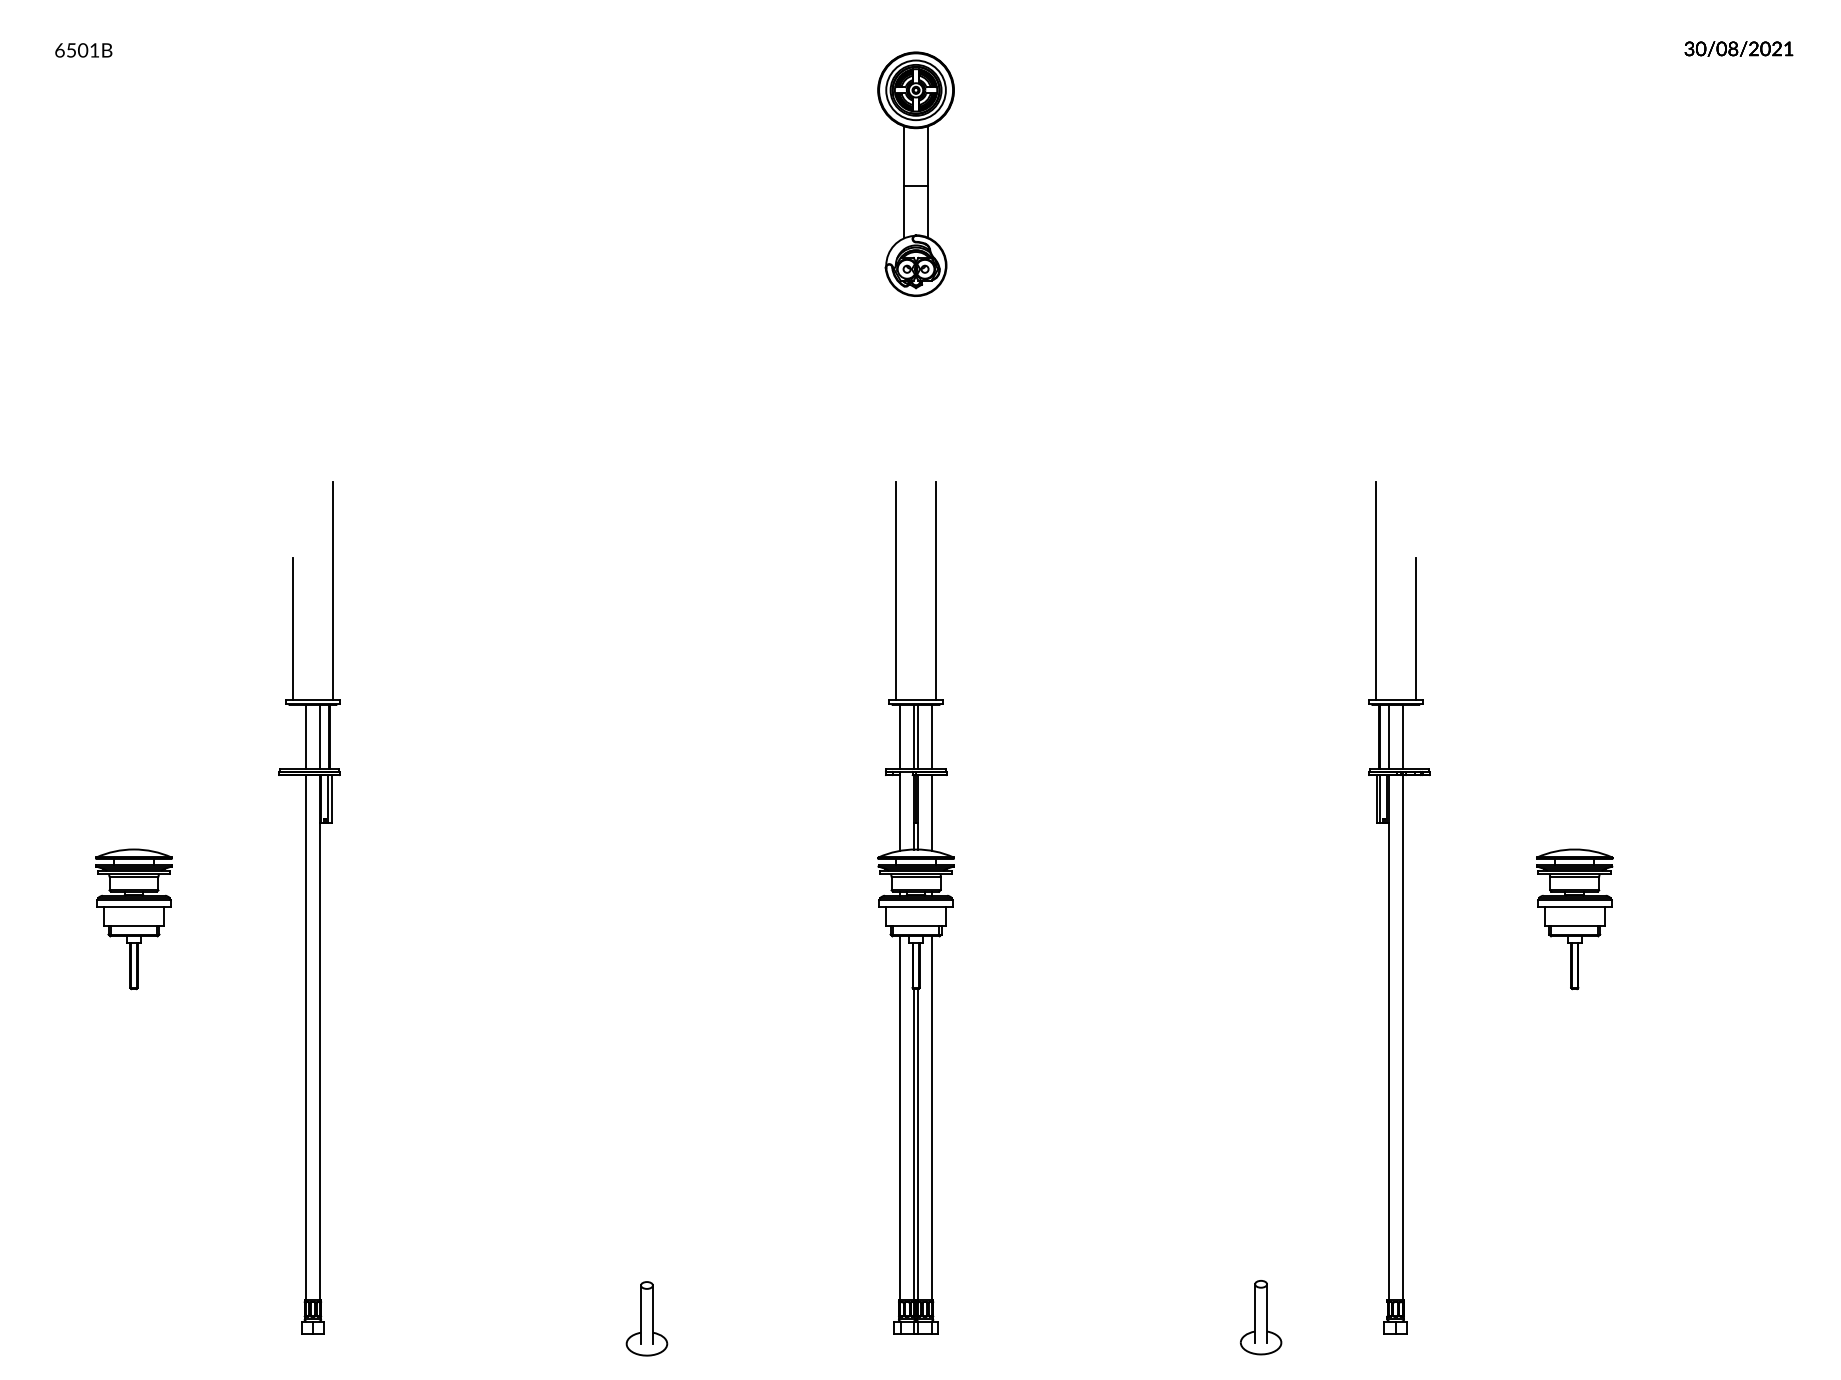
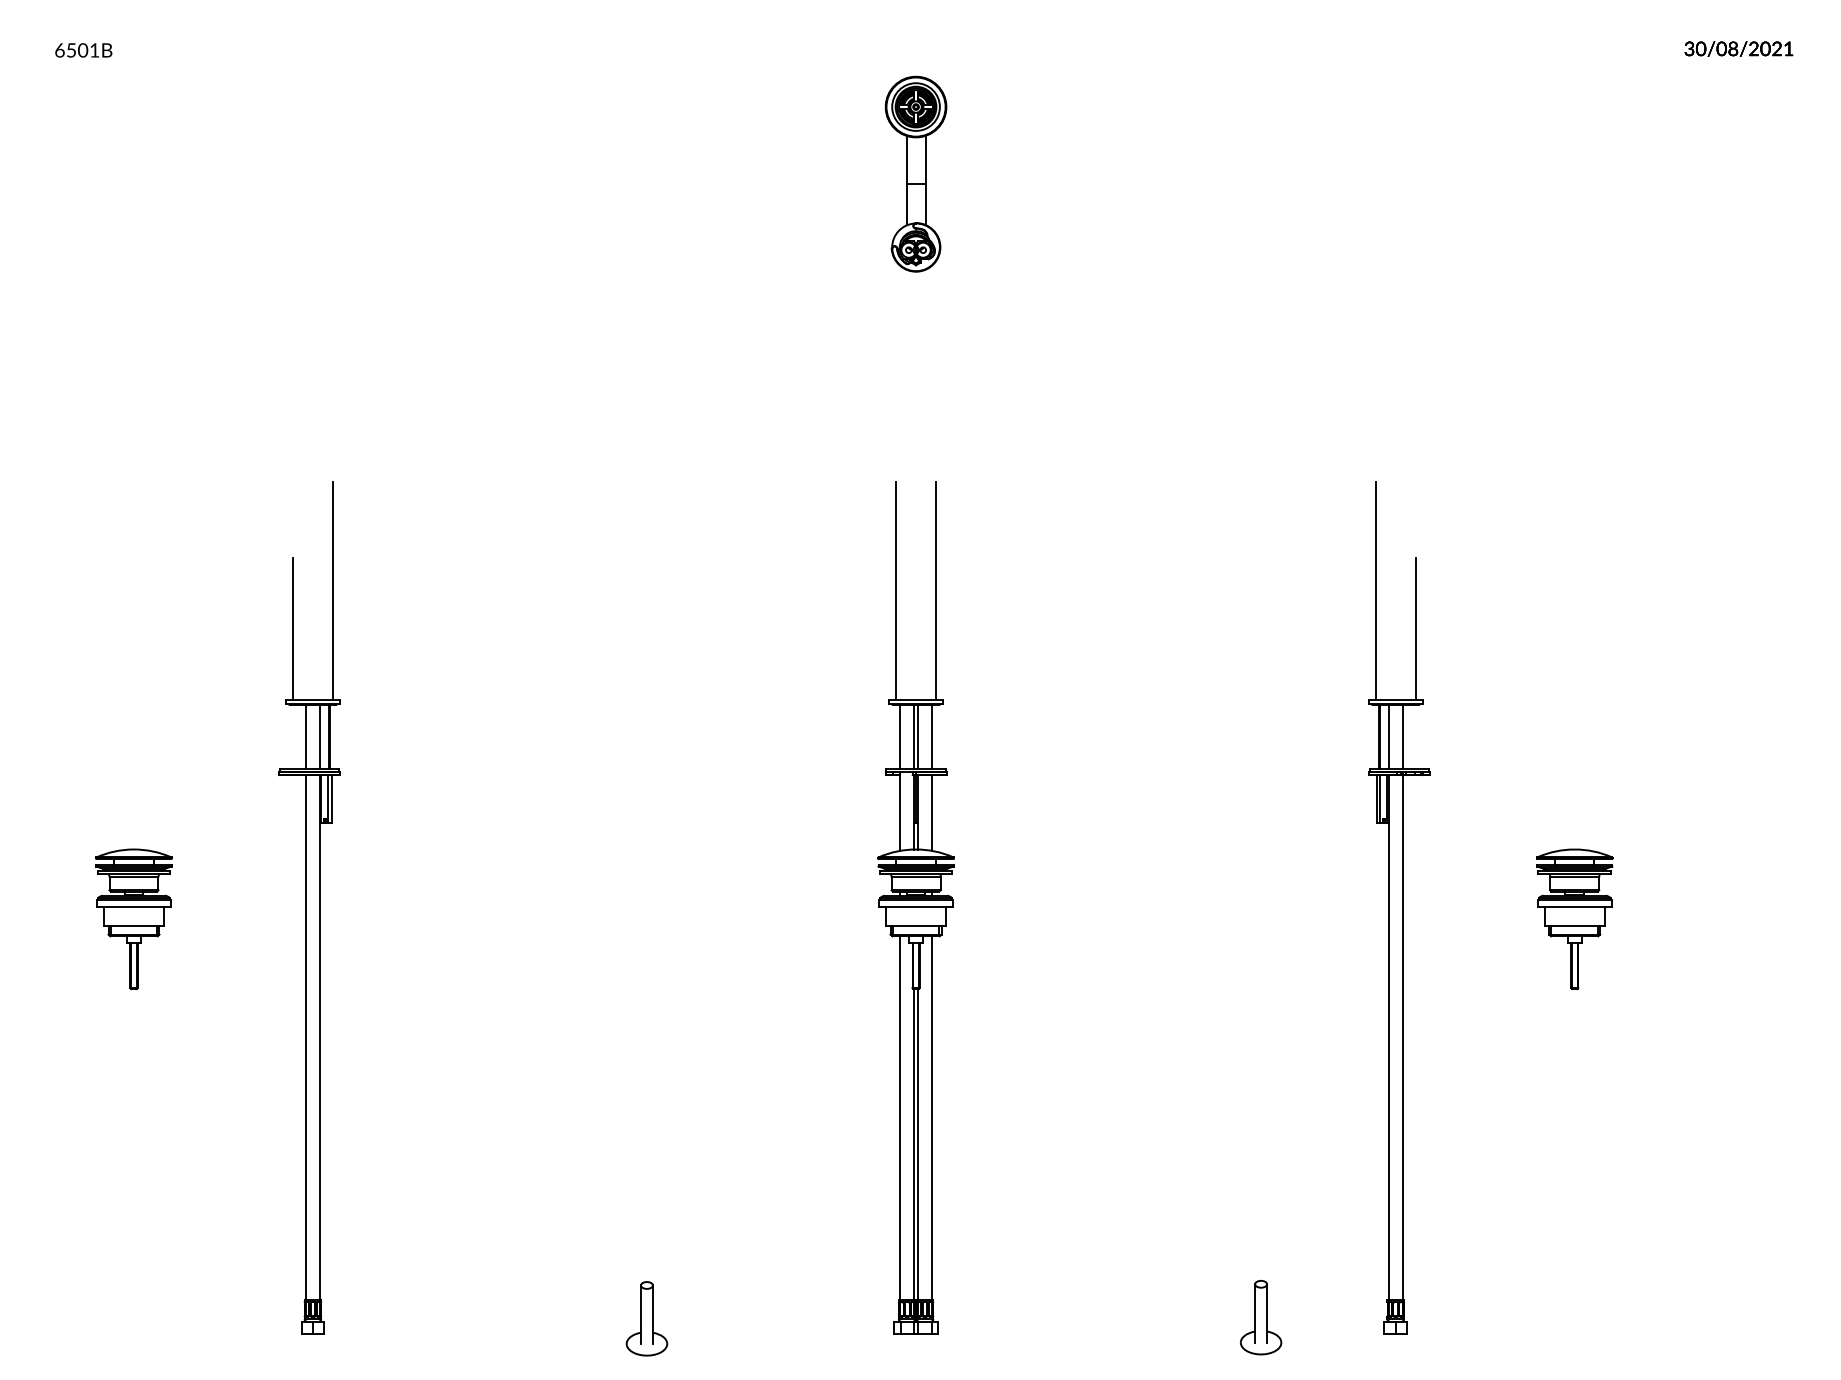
part at (915, 173) size: 78x246 px -> 64x198 px
